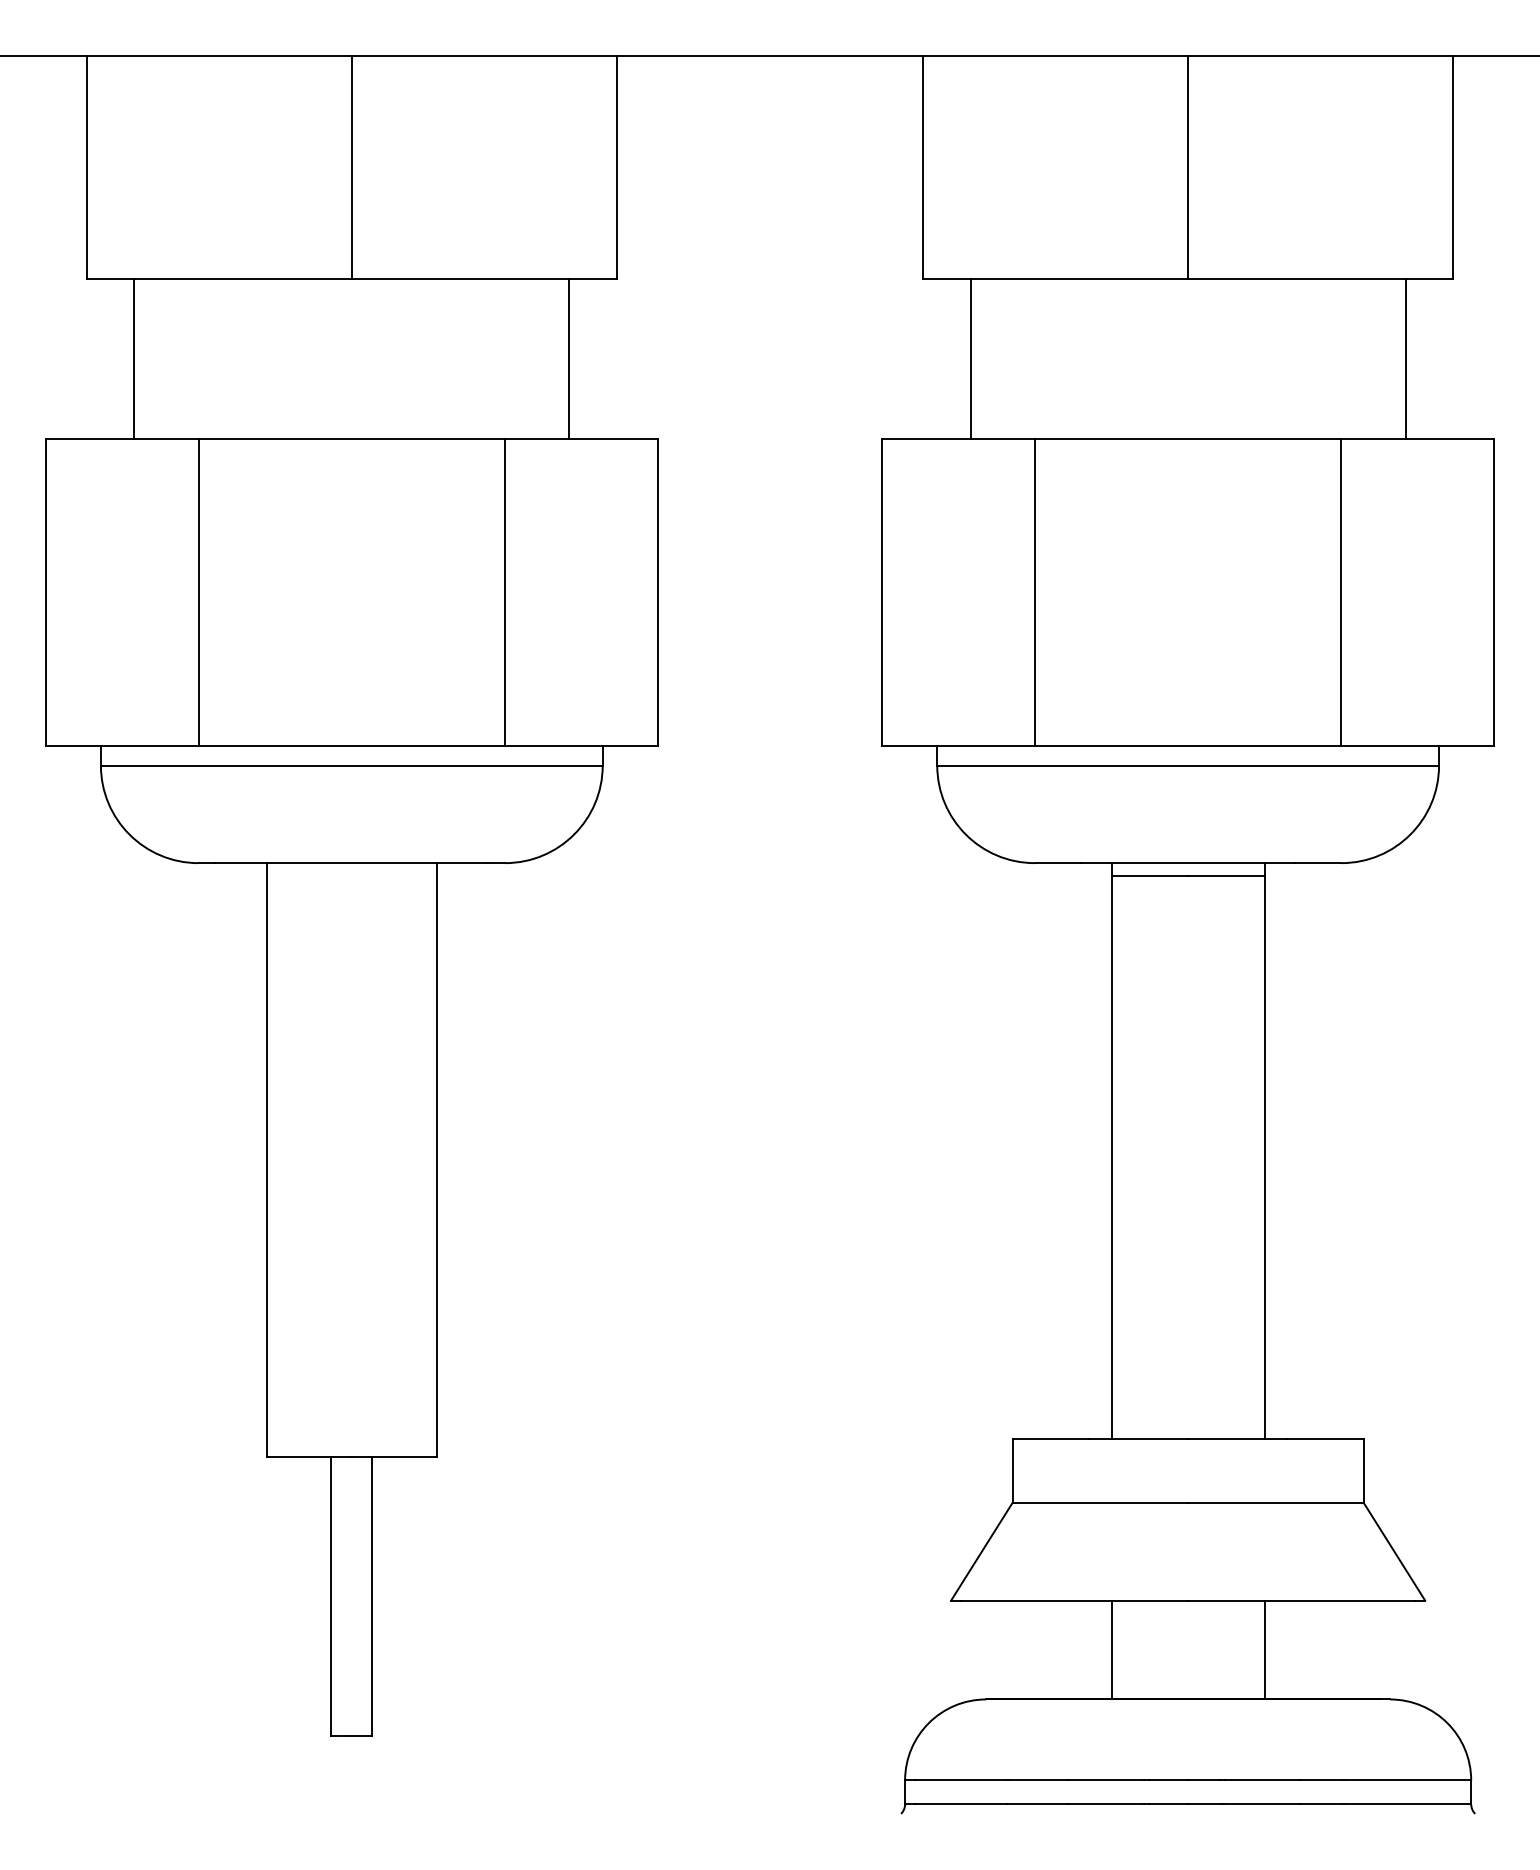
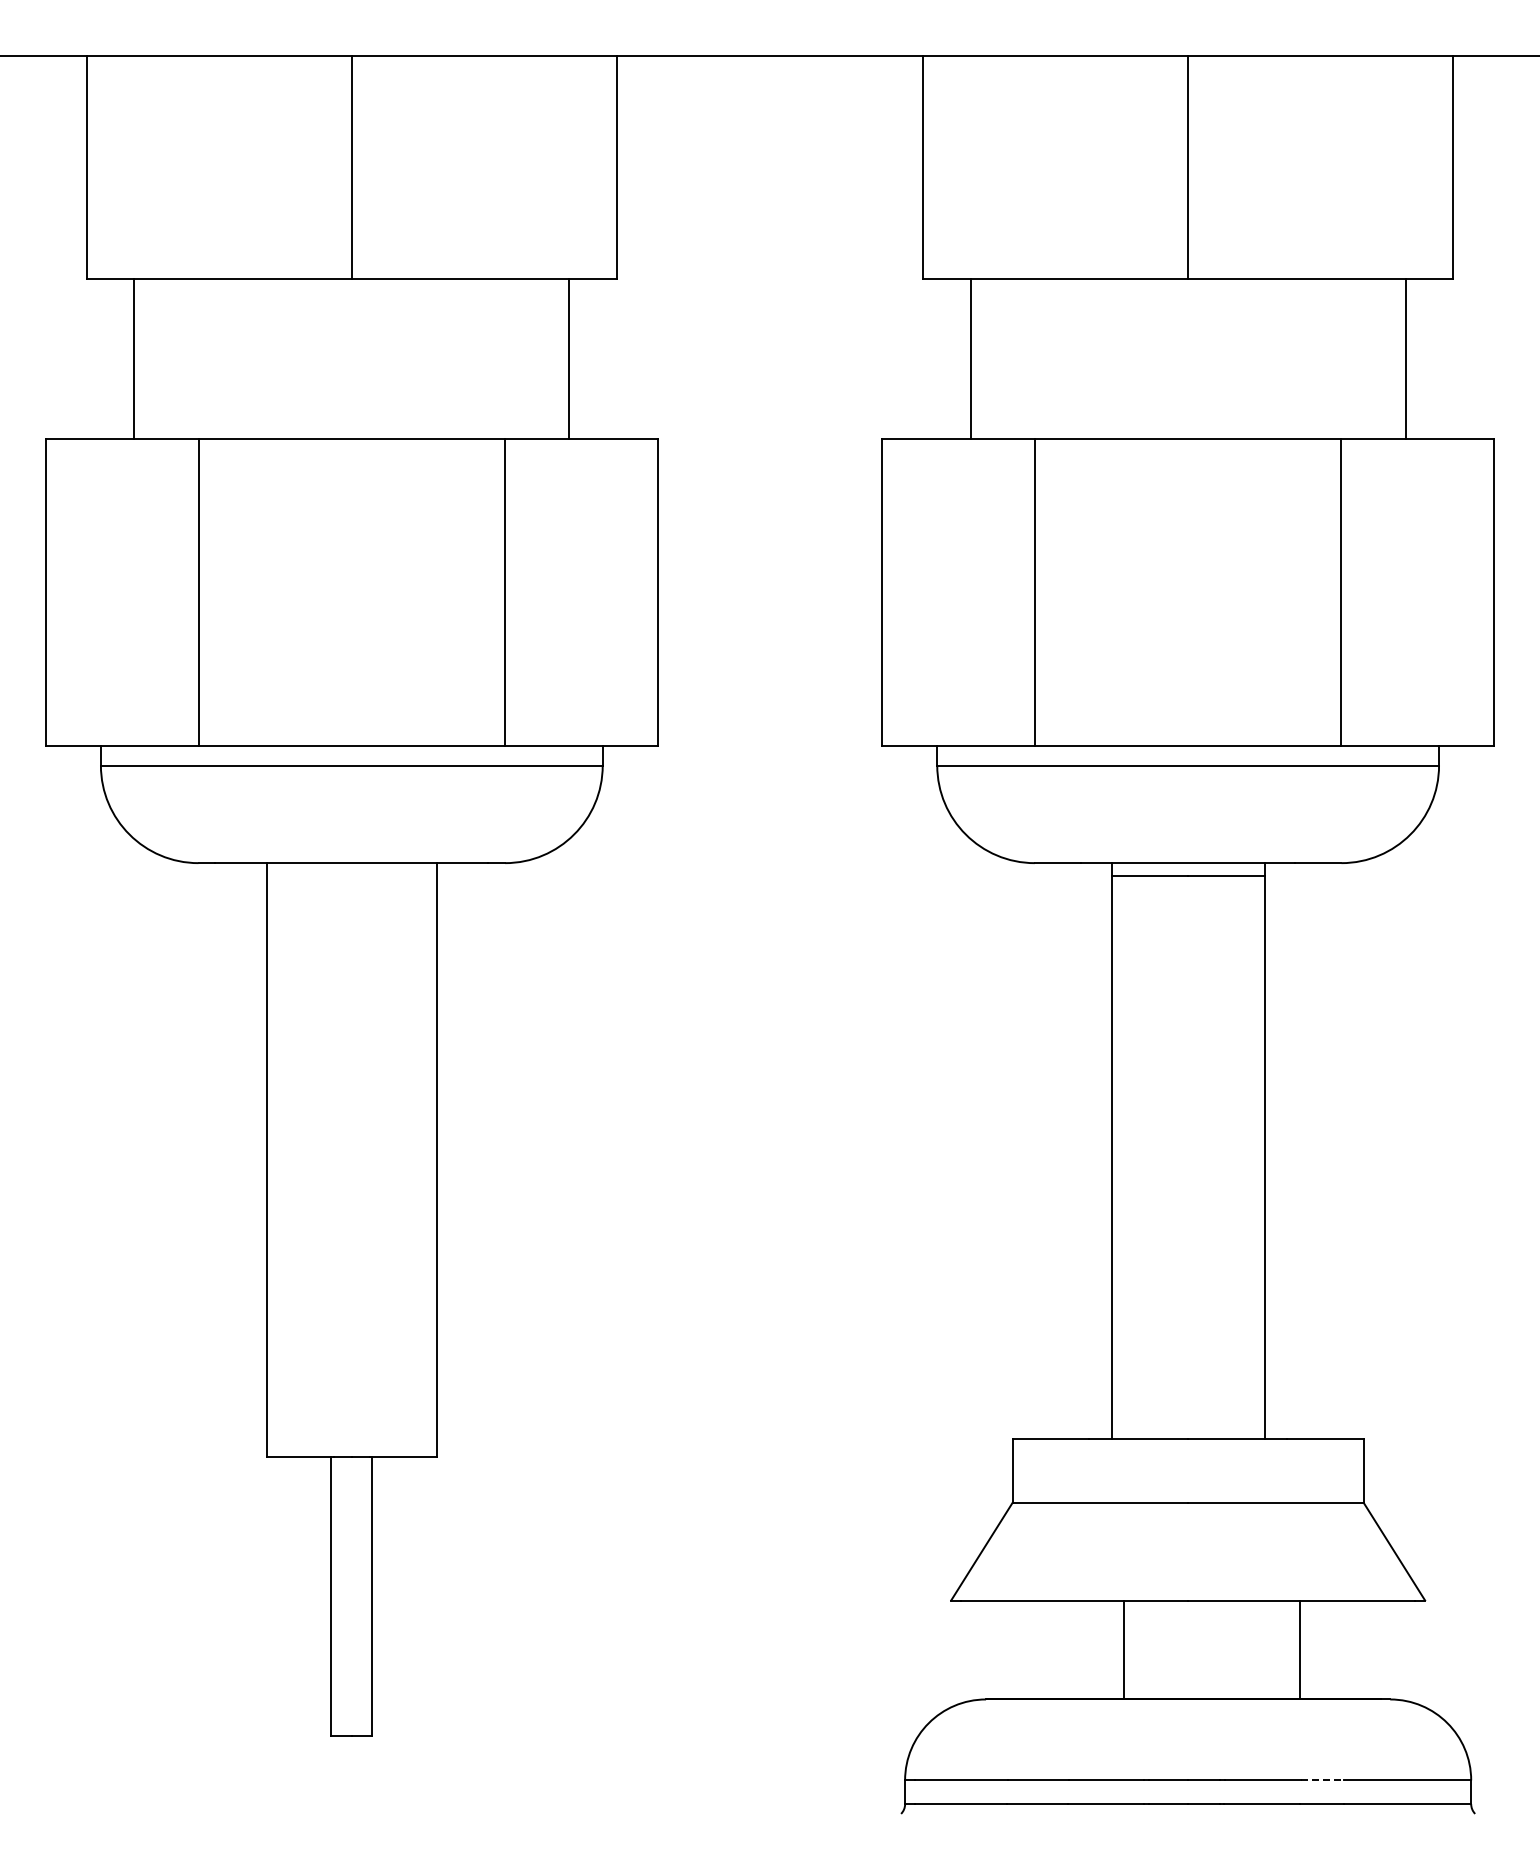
line at (1111, 1649) position: (1111, 1649) -> (1123, 1649)
line at (1264, 1649) position: (1264, 1649) -> (1299, 1649)
line at (1322, 1780): solid -> dashed
